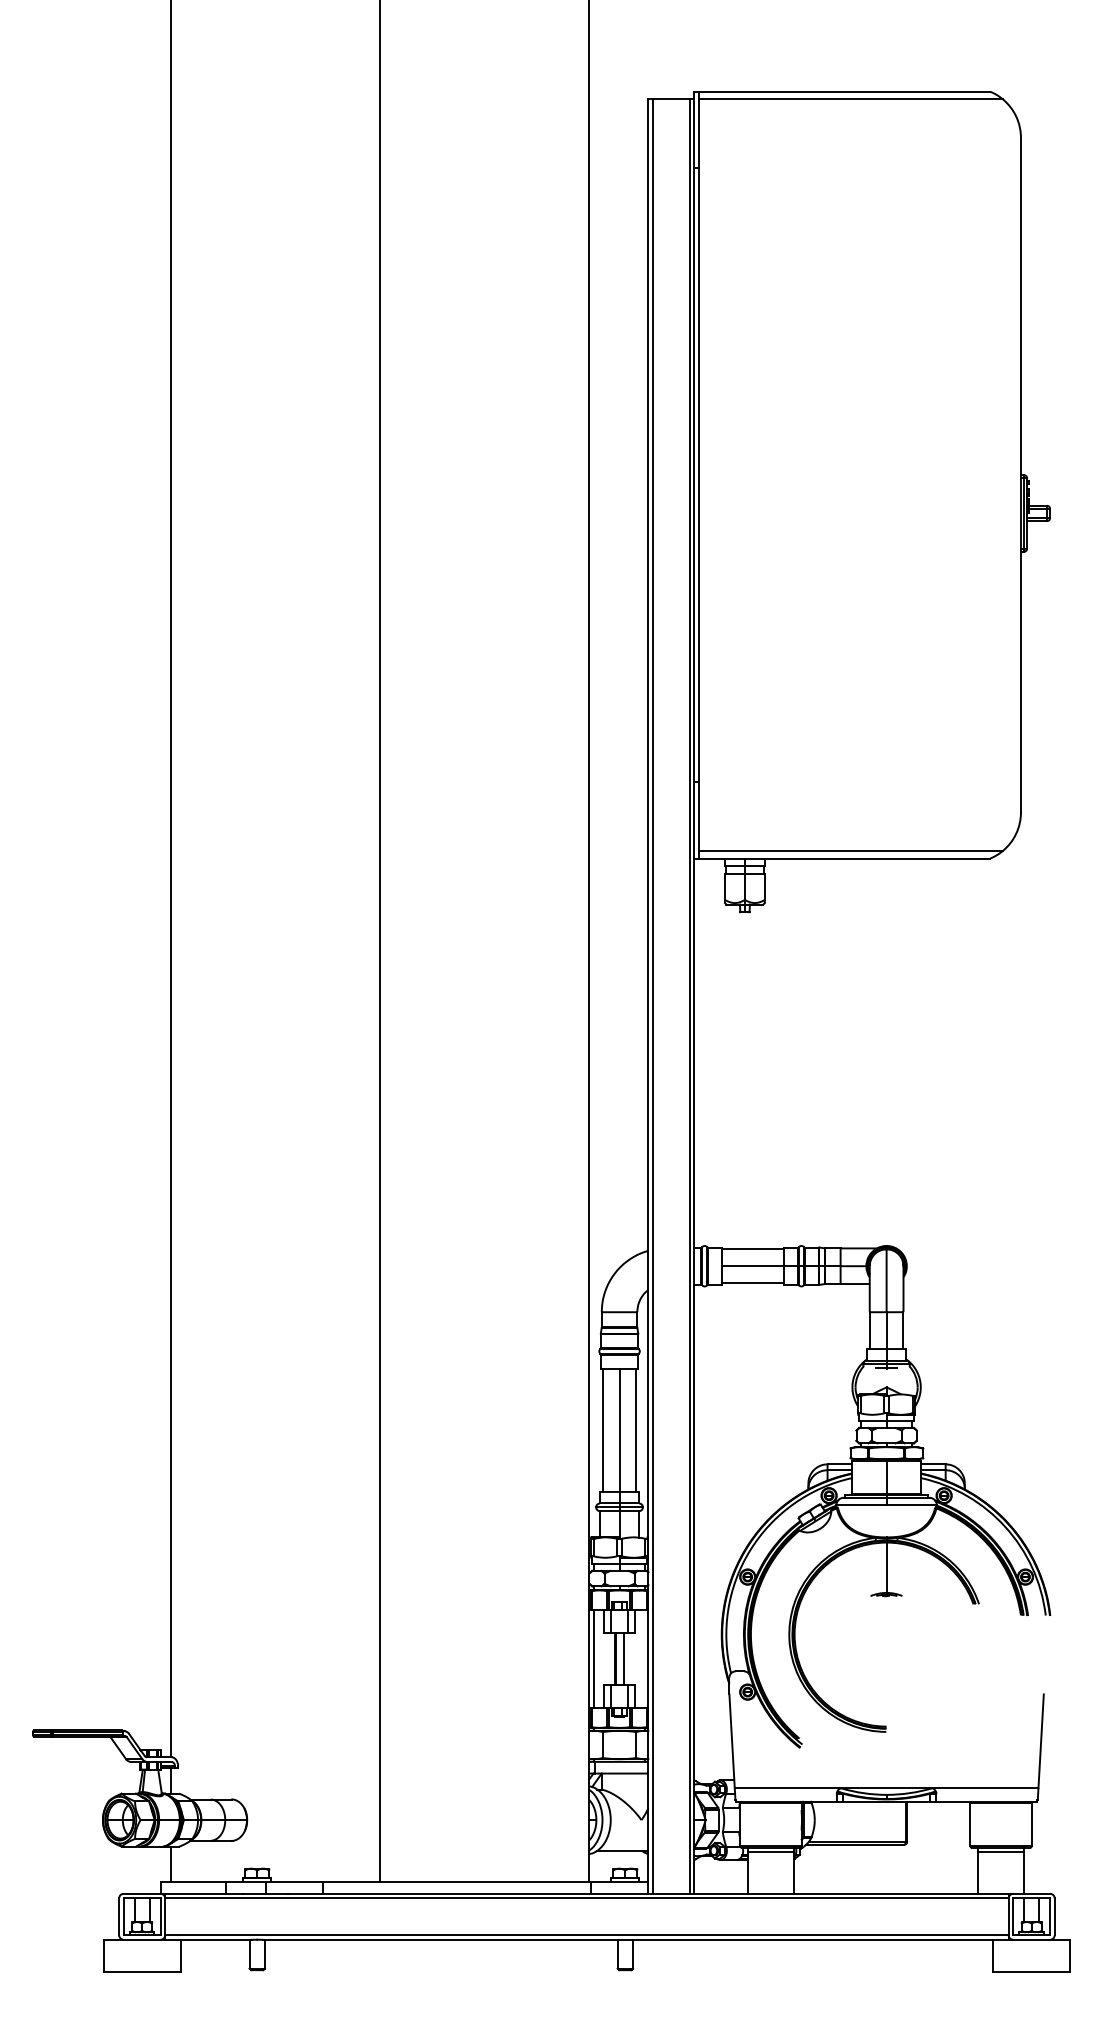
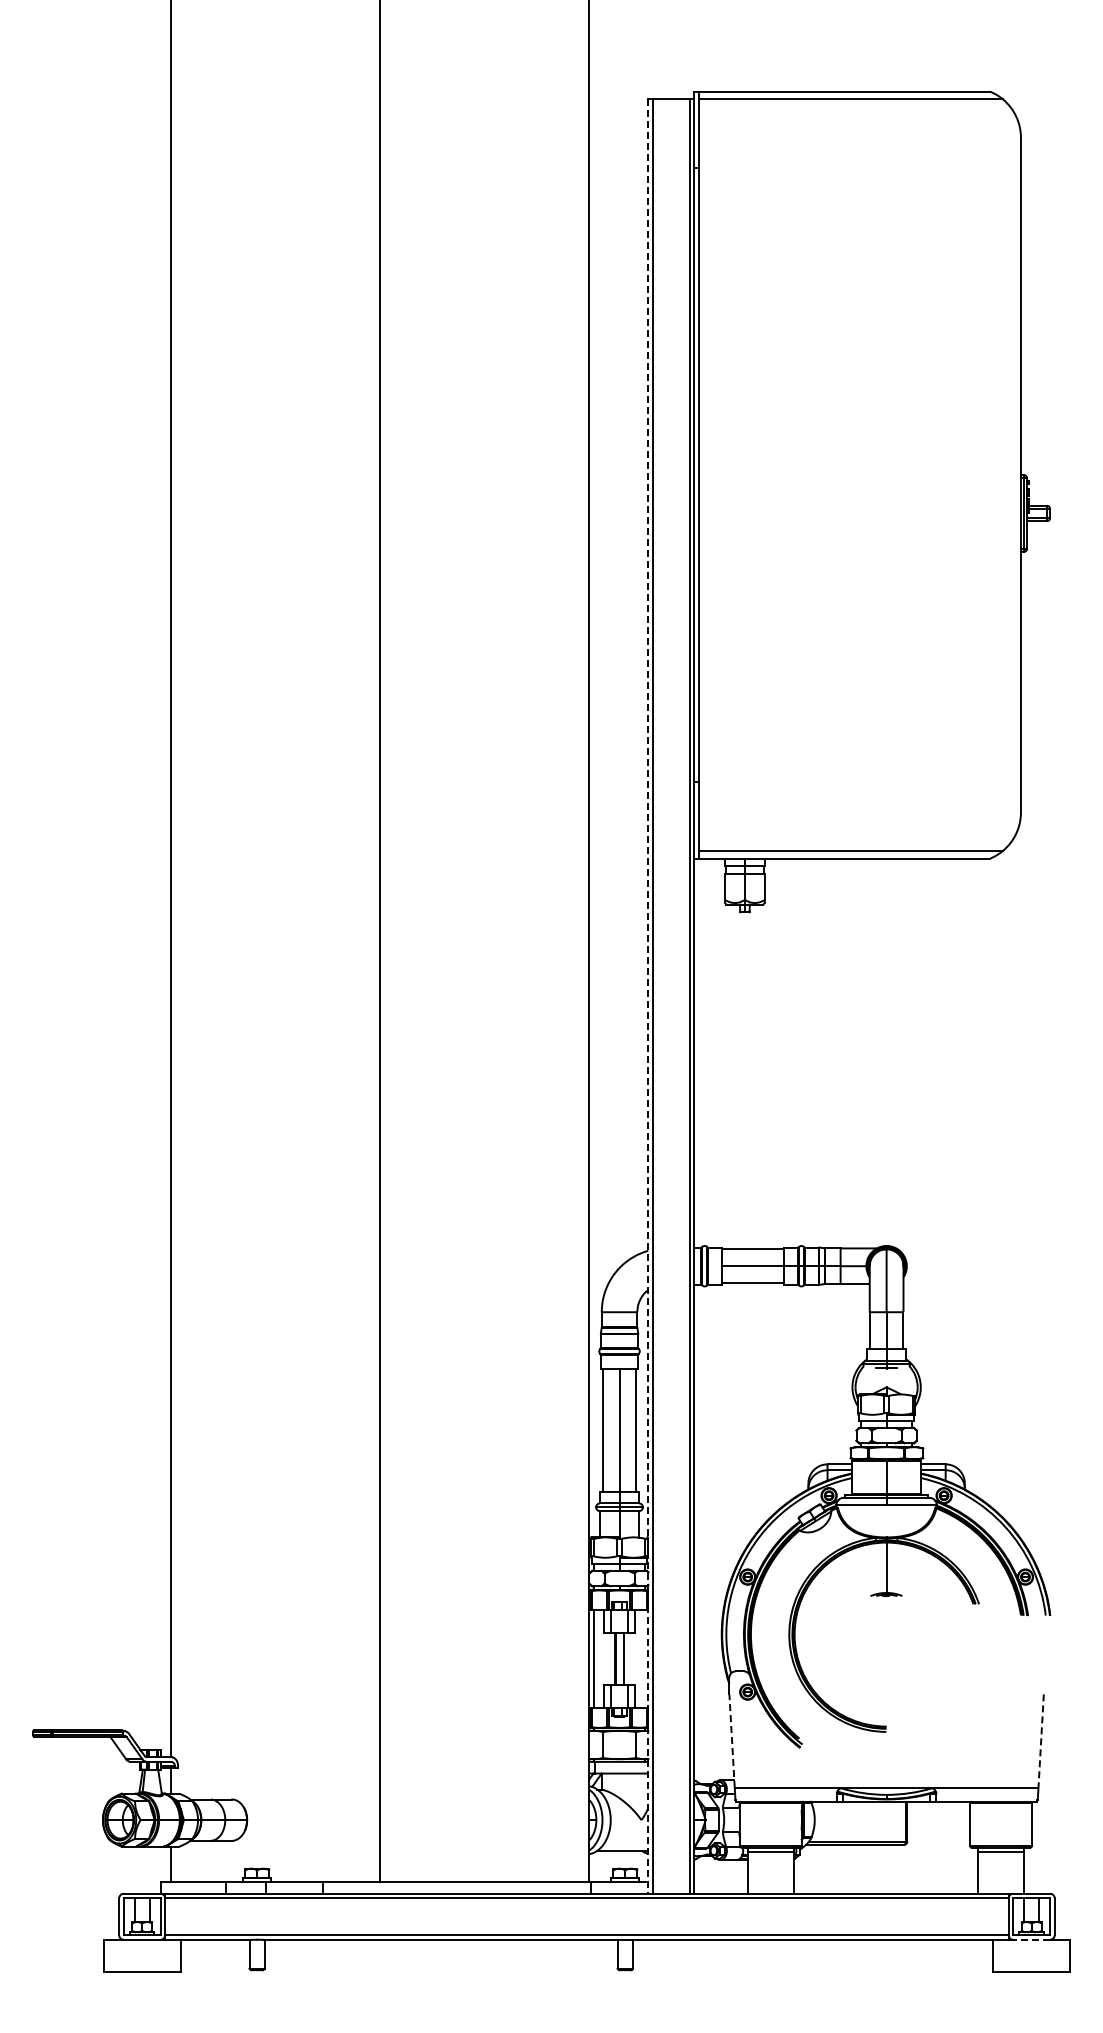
line at (648, 997): solid -> dashed
line at (732, 1741): solid -> dashed
line at (1041, 1741): solid -> dashed
line at (1031, 1939): solid -> dashed
